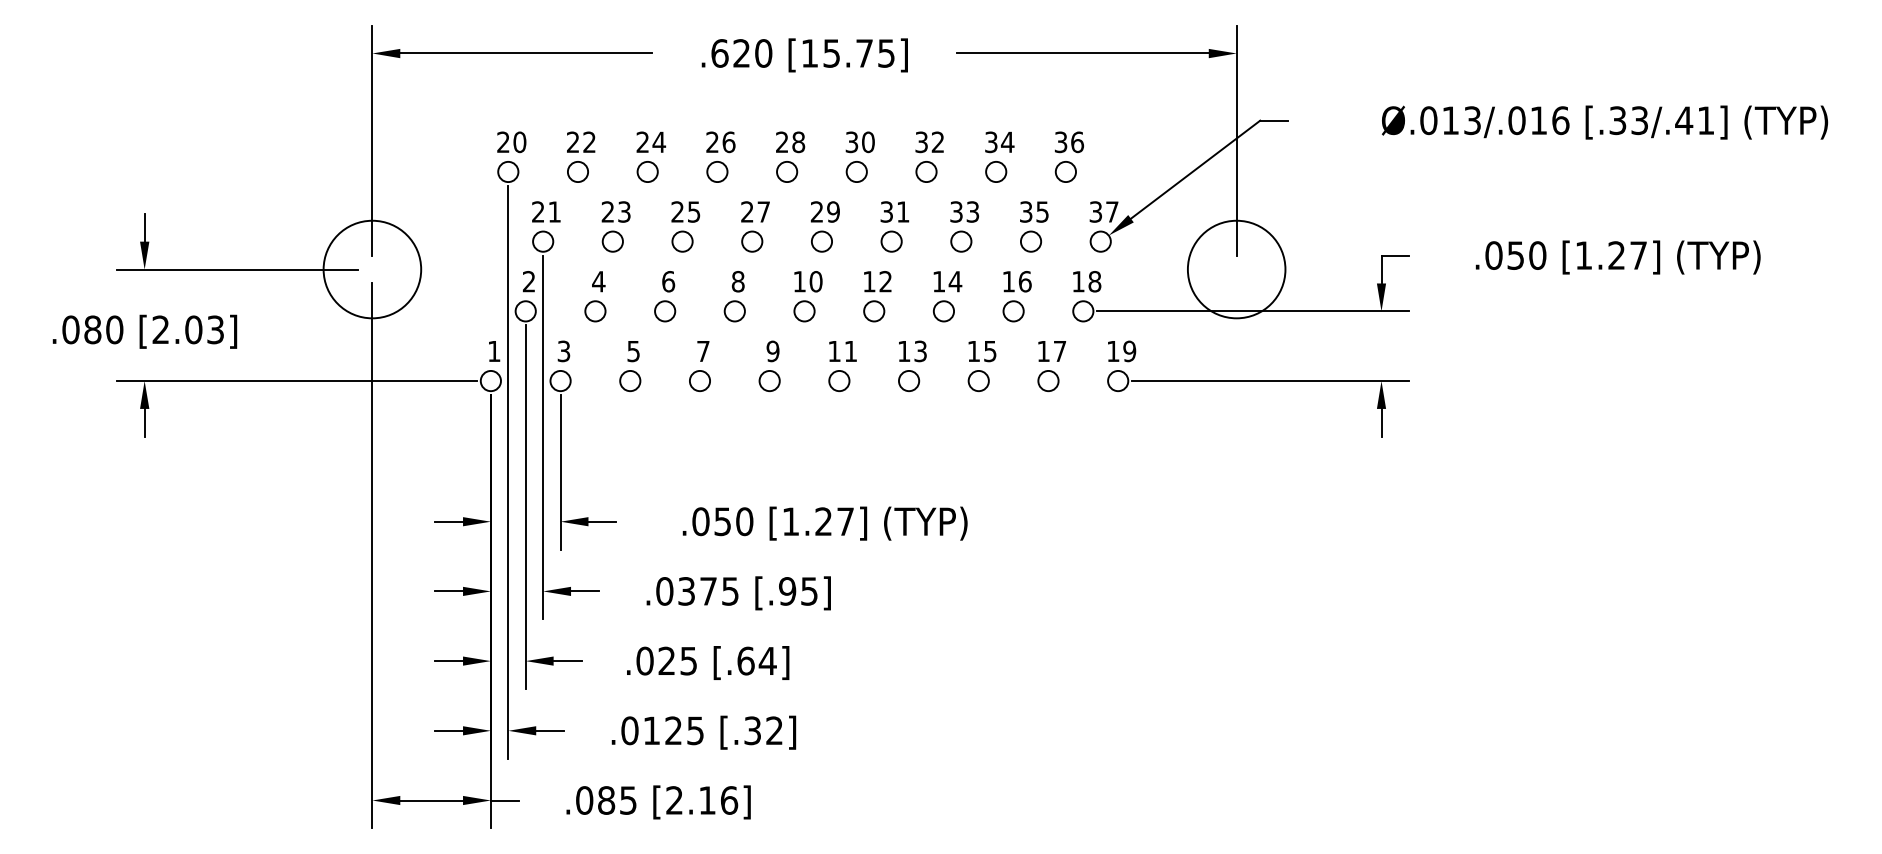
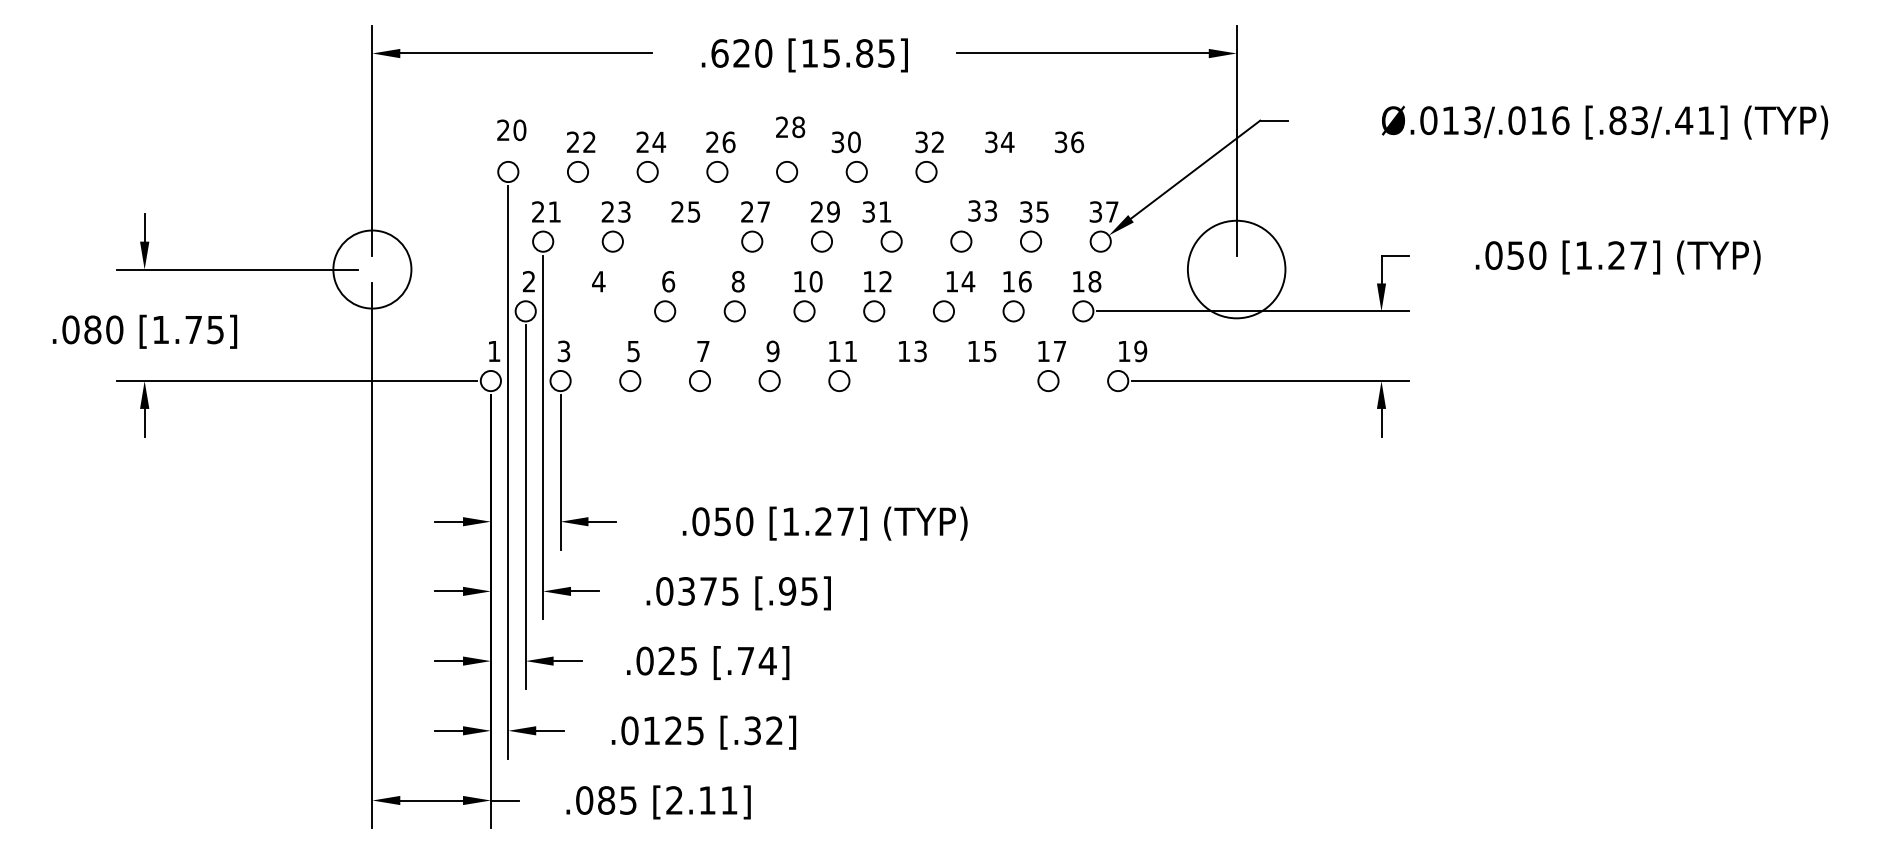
text at (864, 53): [15.75] -> [15.85]
text at (1617, 120): [.33/.41] -> [.83/.41]
text at (511, 142) position: (511, 142) -> (511, 130)
text at (790, 142) position: (790, 142) -> (790, 127)
text at (859, 142) position: (859, 142) -> (845, 142)
circle at (996, 171): present -> none
circle at (1065, 171): present -> none
text at (894, 211) position: (894, 211) -> (876, 211)
text at (964, 211) position: (964, 211) -> (982, 210)
circle at (682, 241): present -> none
circle at (372, 269) diameter: 98 px -> 78 px
text at (947, 281) position: (947, 281) -> (960, 281)
circle at (595, 311): present -> none
text at (187, 329): [2.03] -> [1.75]
text at (1122, 351) position: (1122, 351) -> (1133, 351)
circle at (909, 380): present -> none
circle at (978, 381): present -> none
text at (745, 660): [.64] -> [.74]
text at (729, 800): [2.16] -> [2.11]
